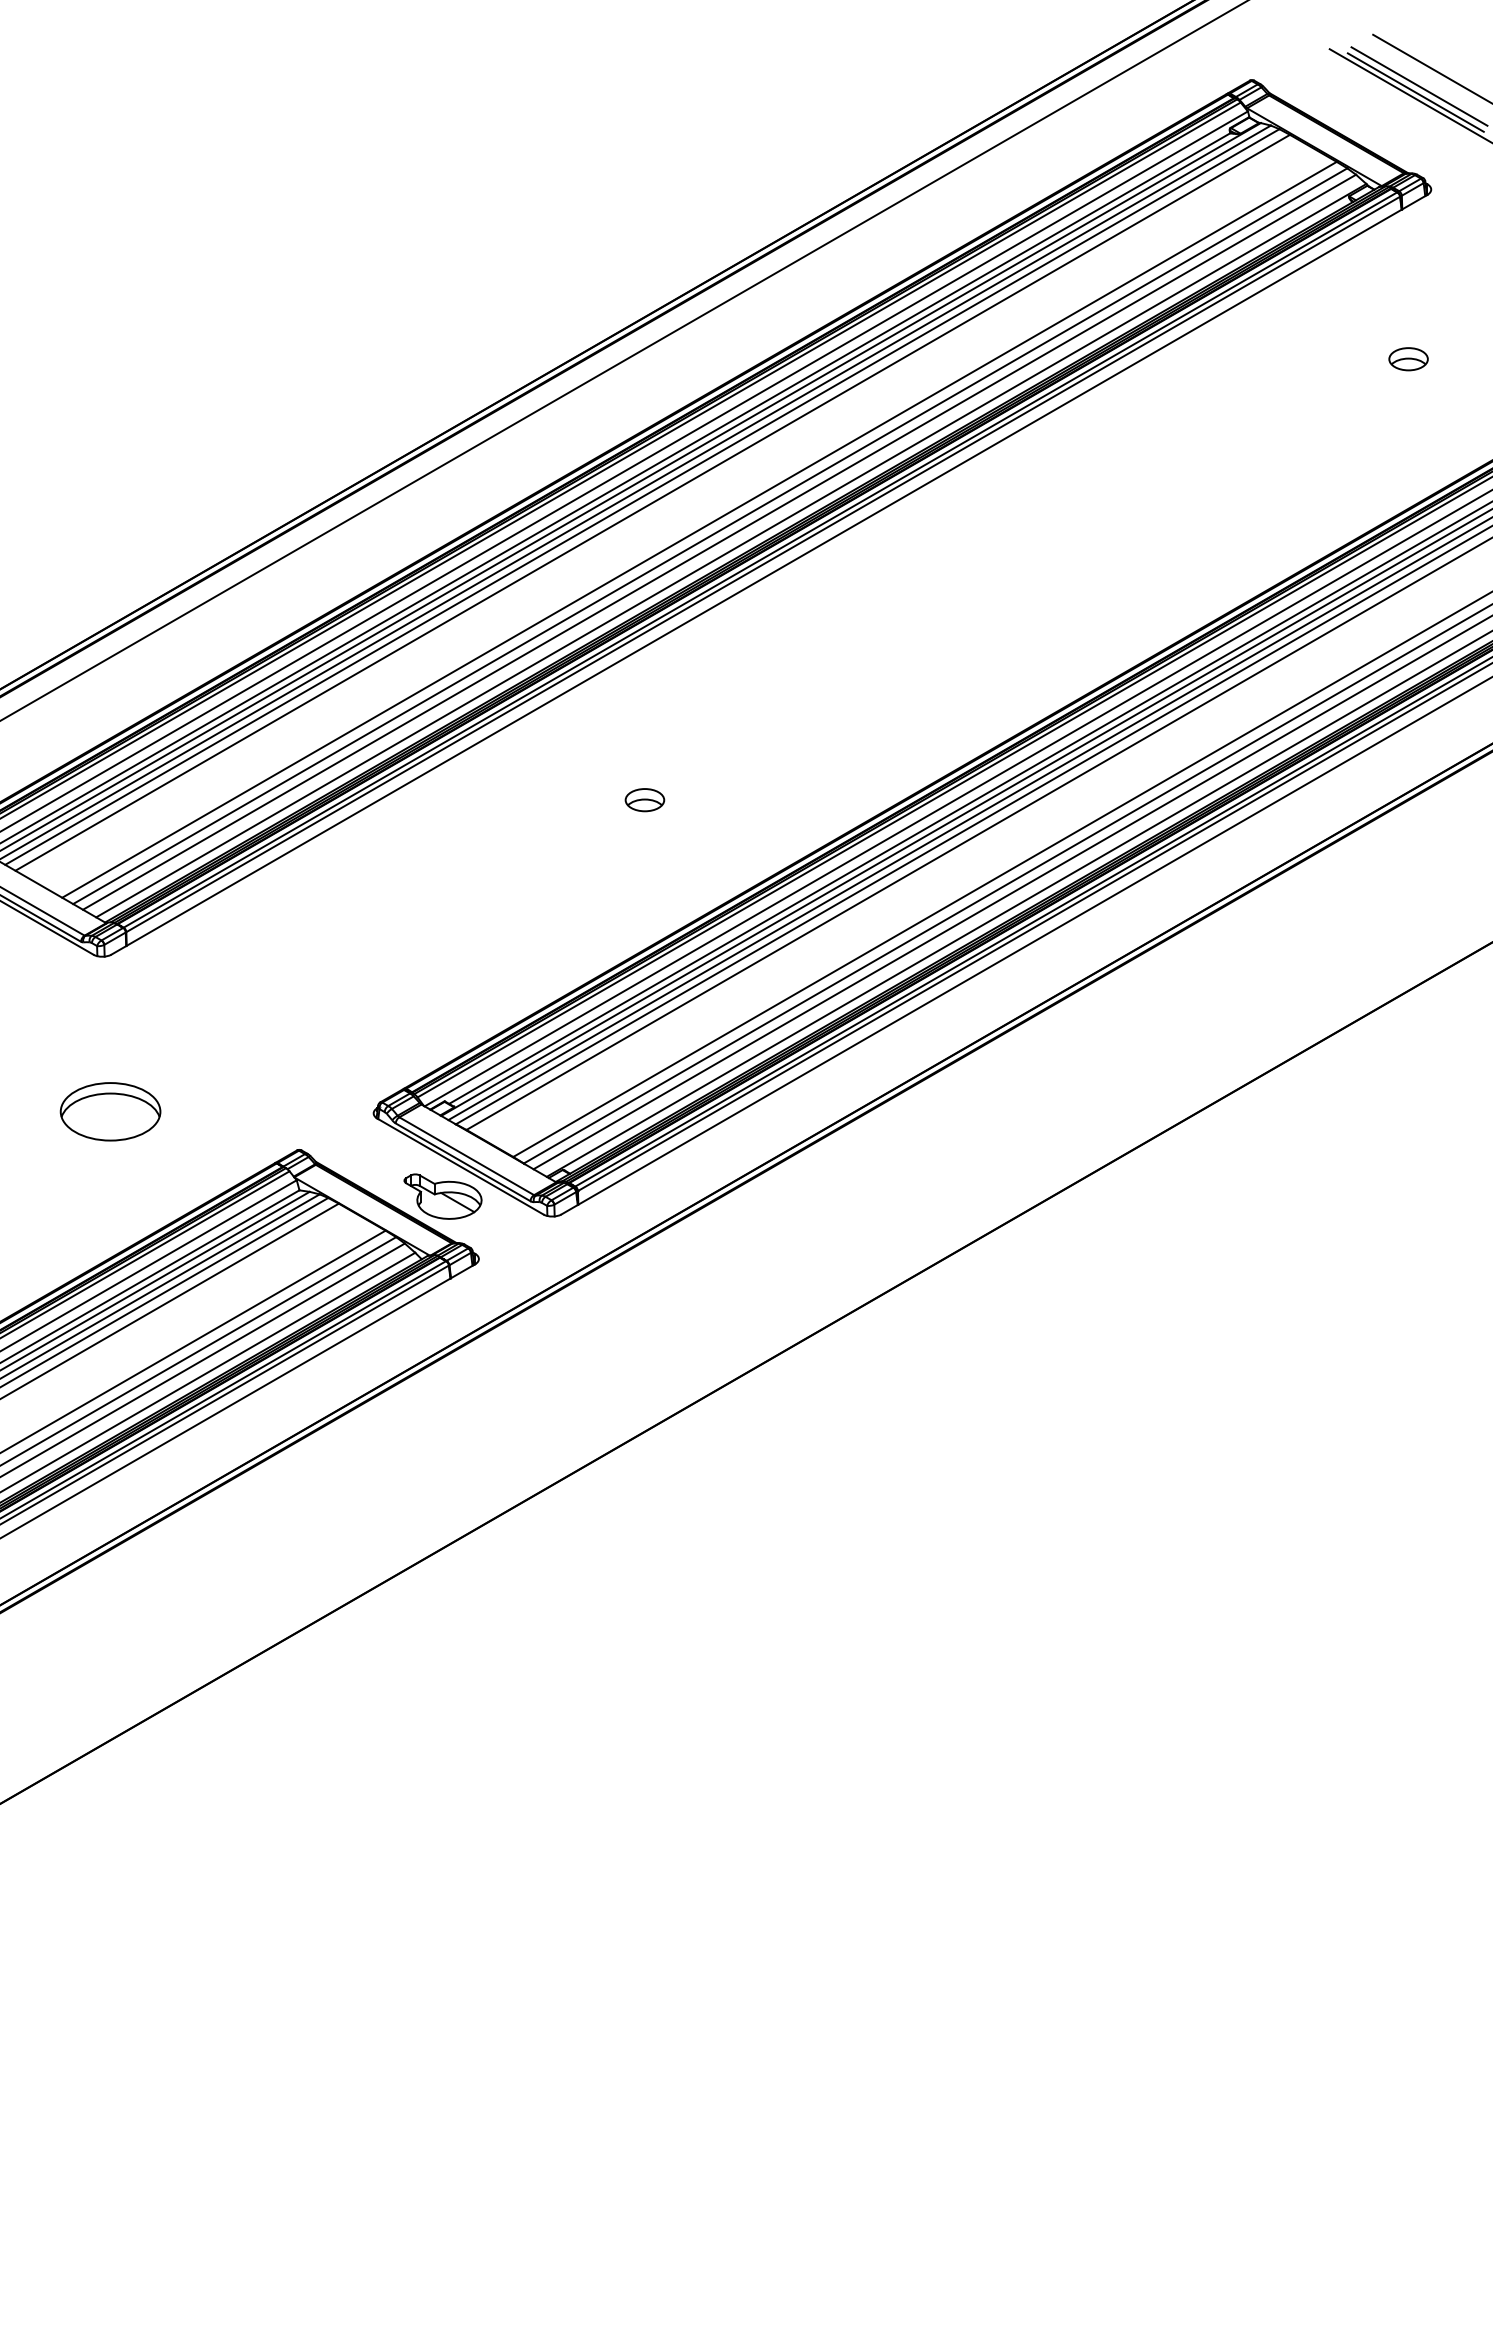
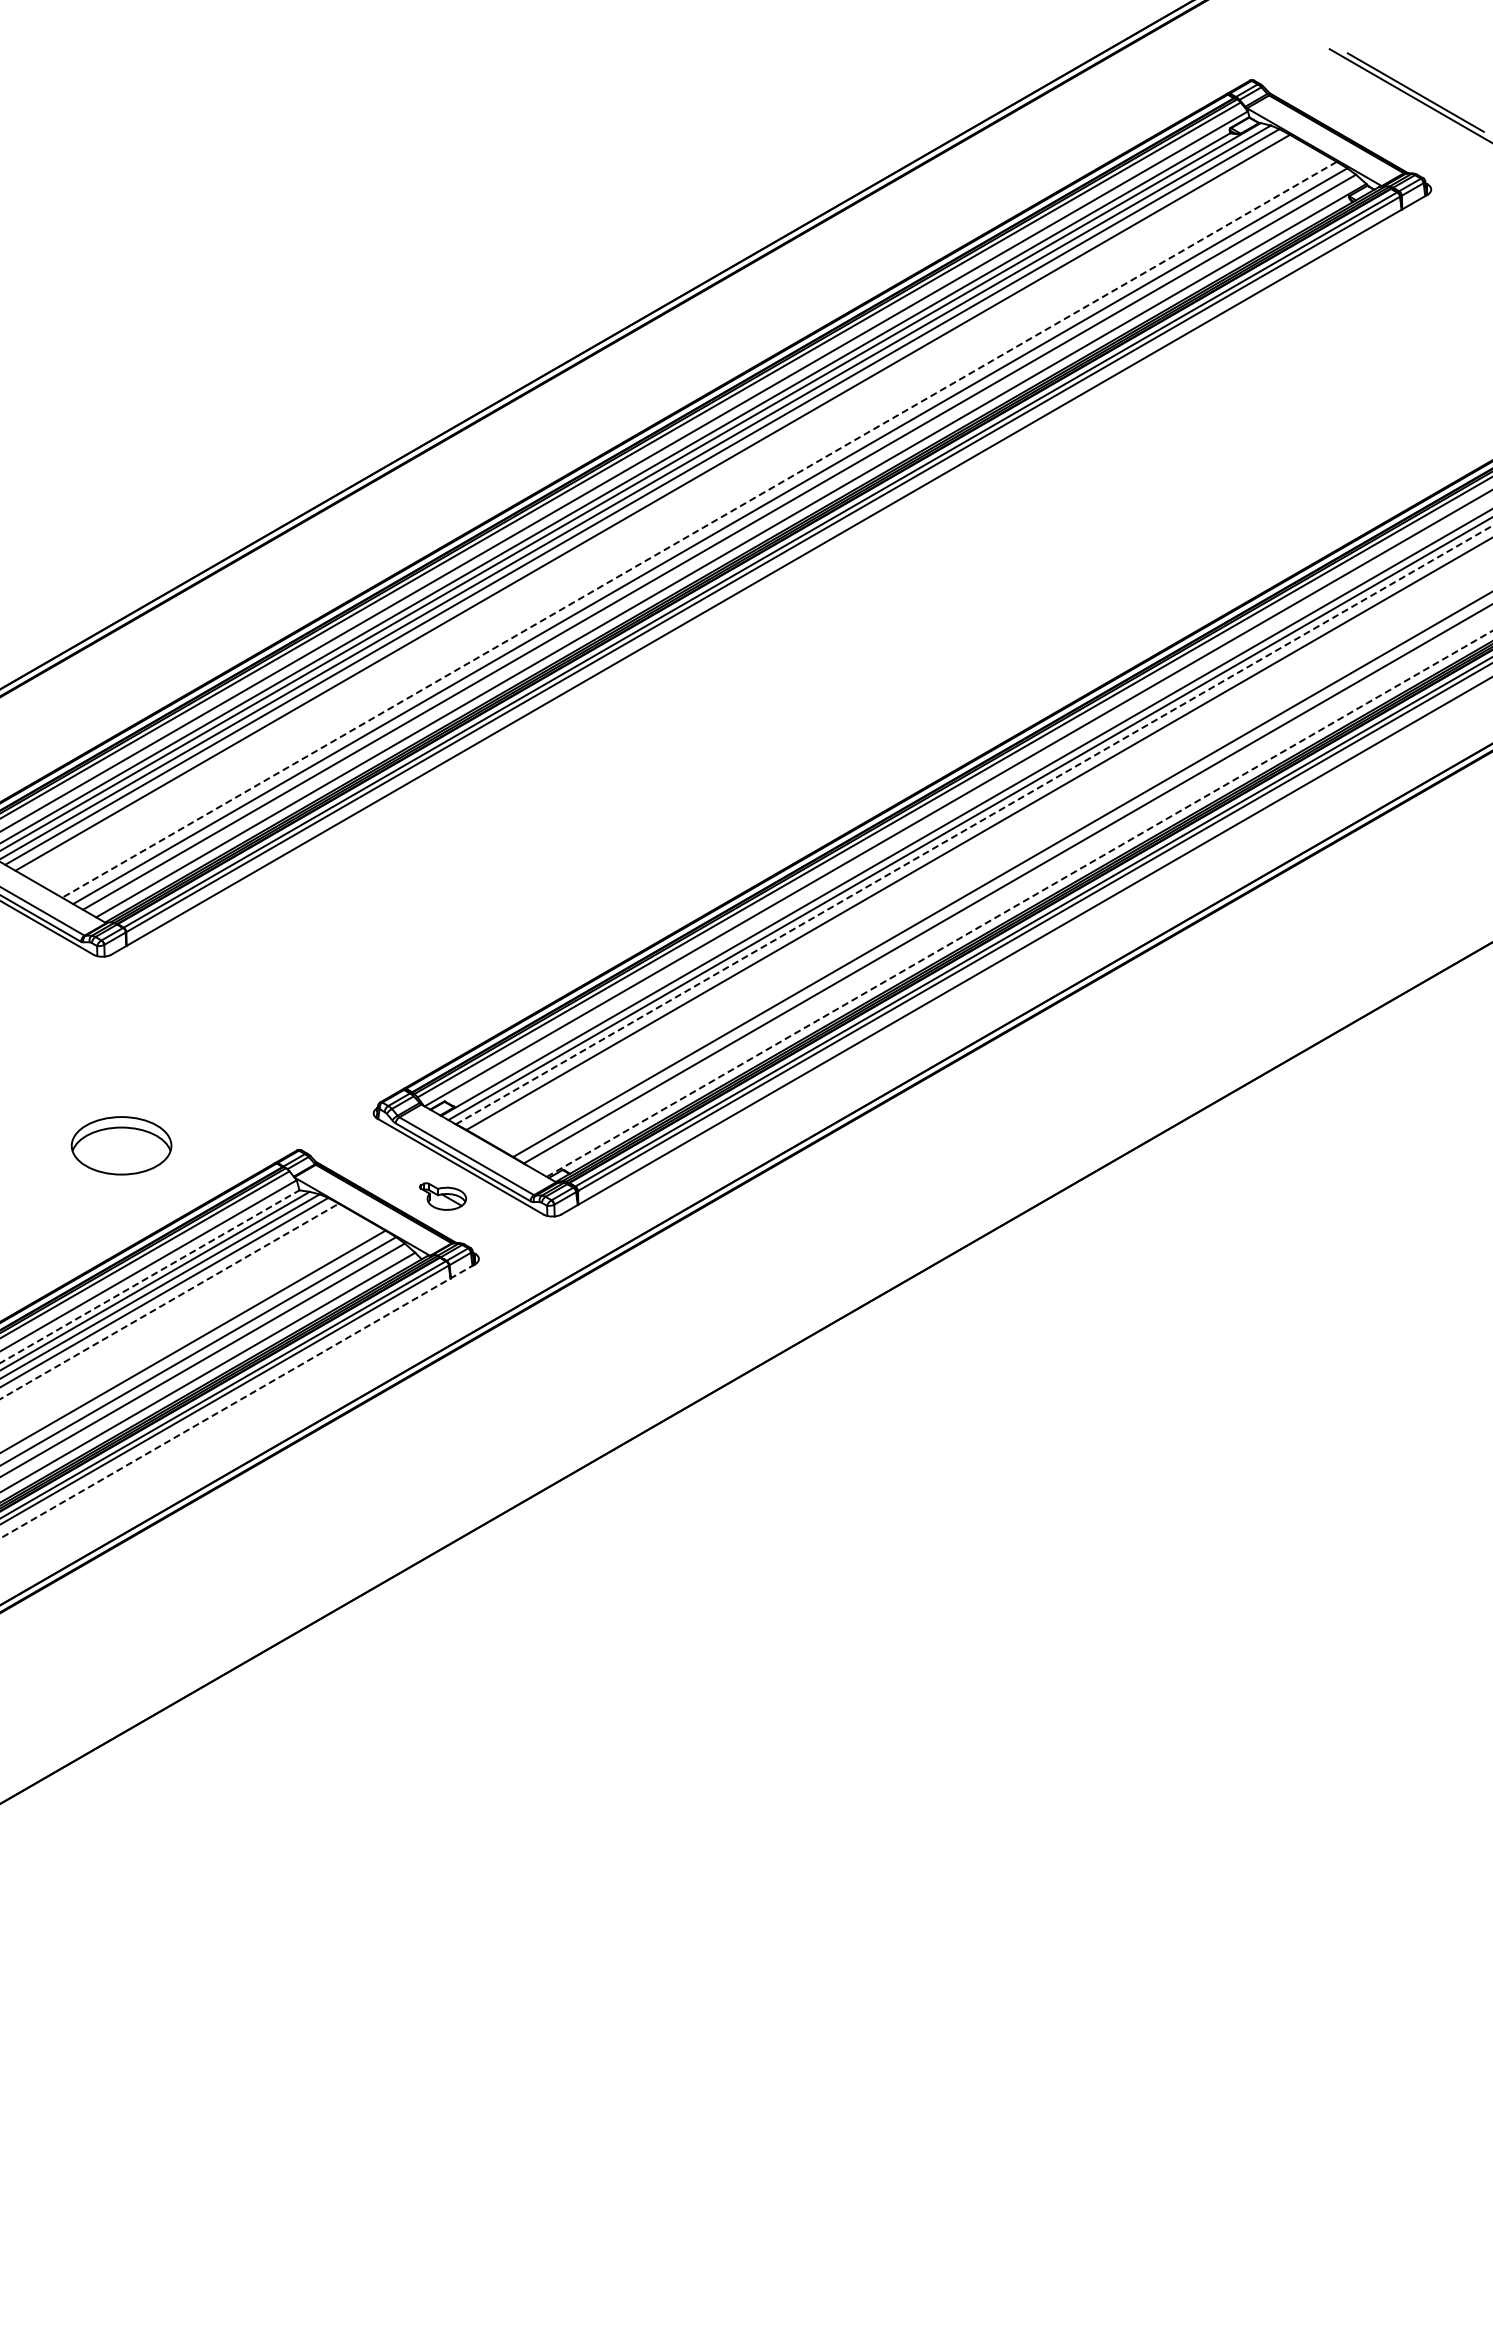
line at (1431, 68): present -> none
line at (1419, 86): present -> none
part at (1408, 359): present -> none
line at (623, 360): present -> none
line at (699, 529): solid -> dashed
part at (644, 800): present -> none
line at (969, 803): present -> none
line at (974, 824): solid -> dashed
line at (1011, 893): present -> none
line at (1019, 903): solid -> dashed
part at (110, 1111) position: (110, 1111) -> (121, 1145)
part at (442, 1196) size: 80x47 px -> 49x29 px
line at (150, 1276): solid -> dashed
line at (170, 1301): solid -> dashed
line at (237, 1401): solid -> dashed
